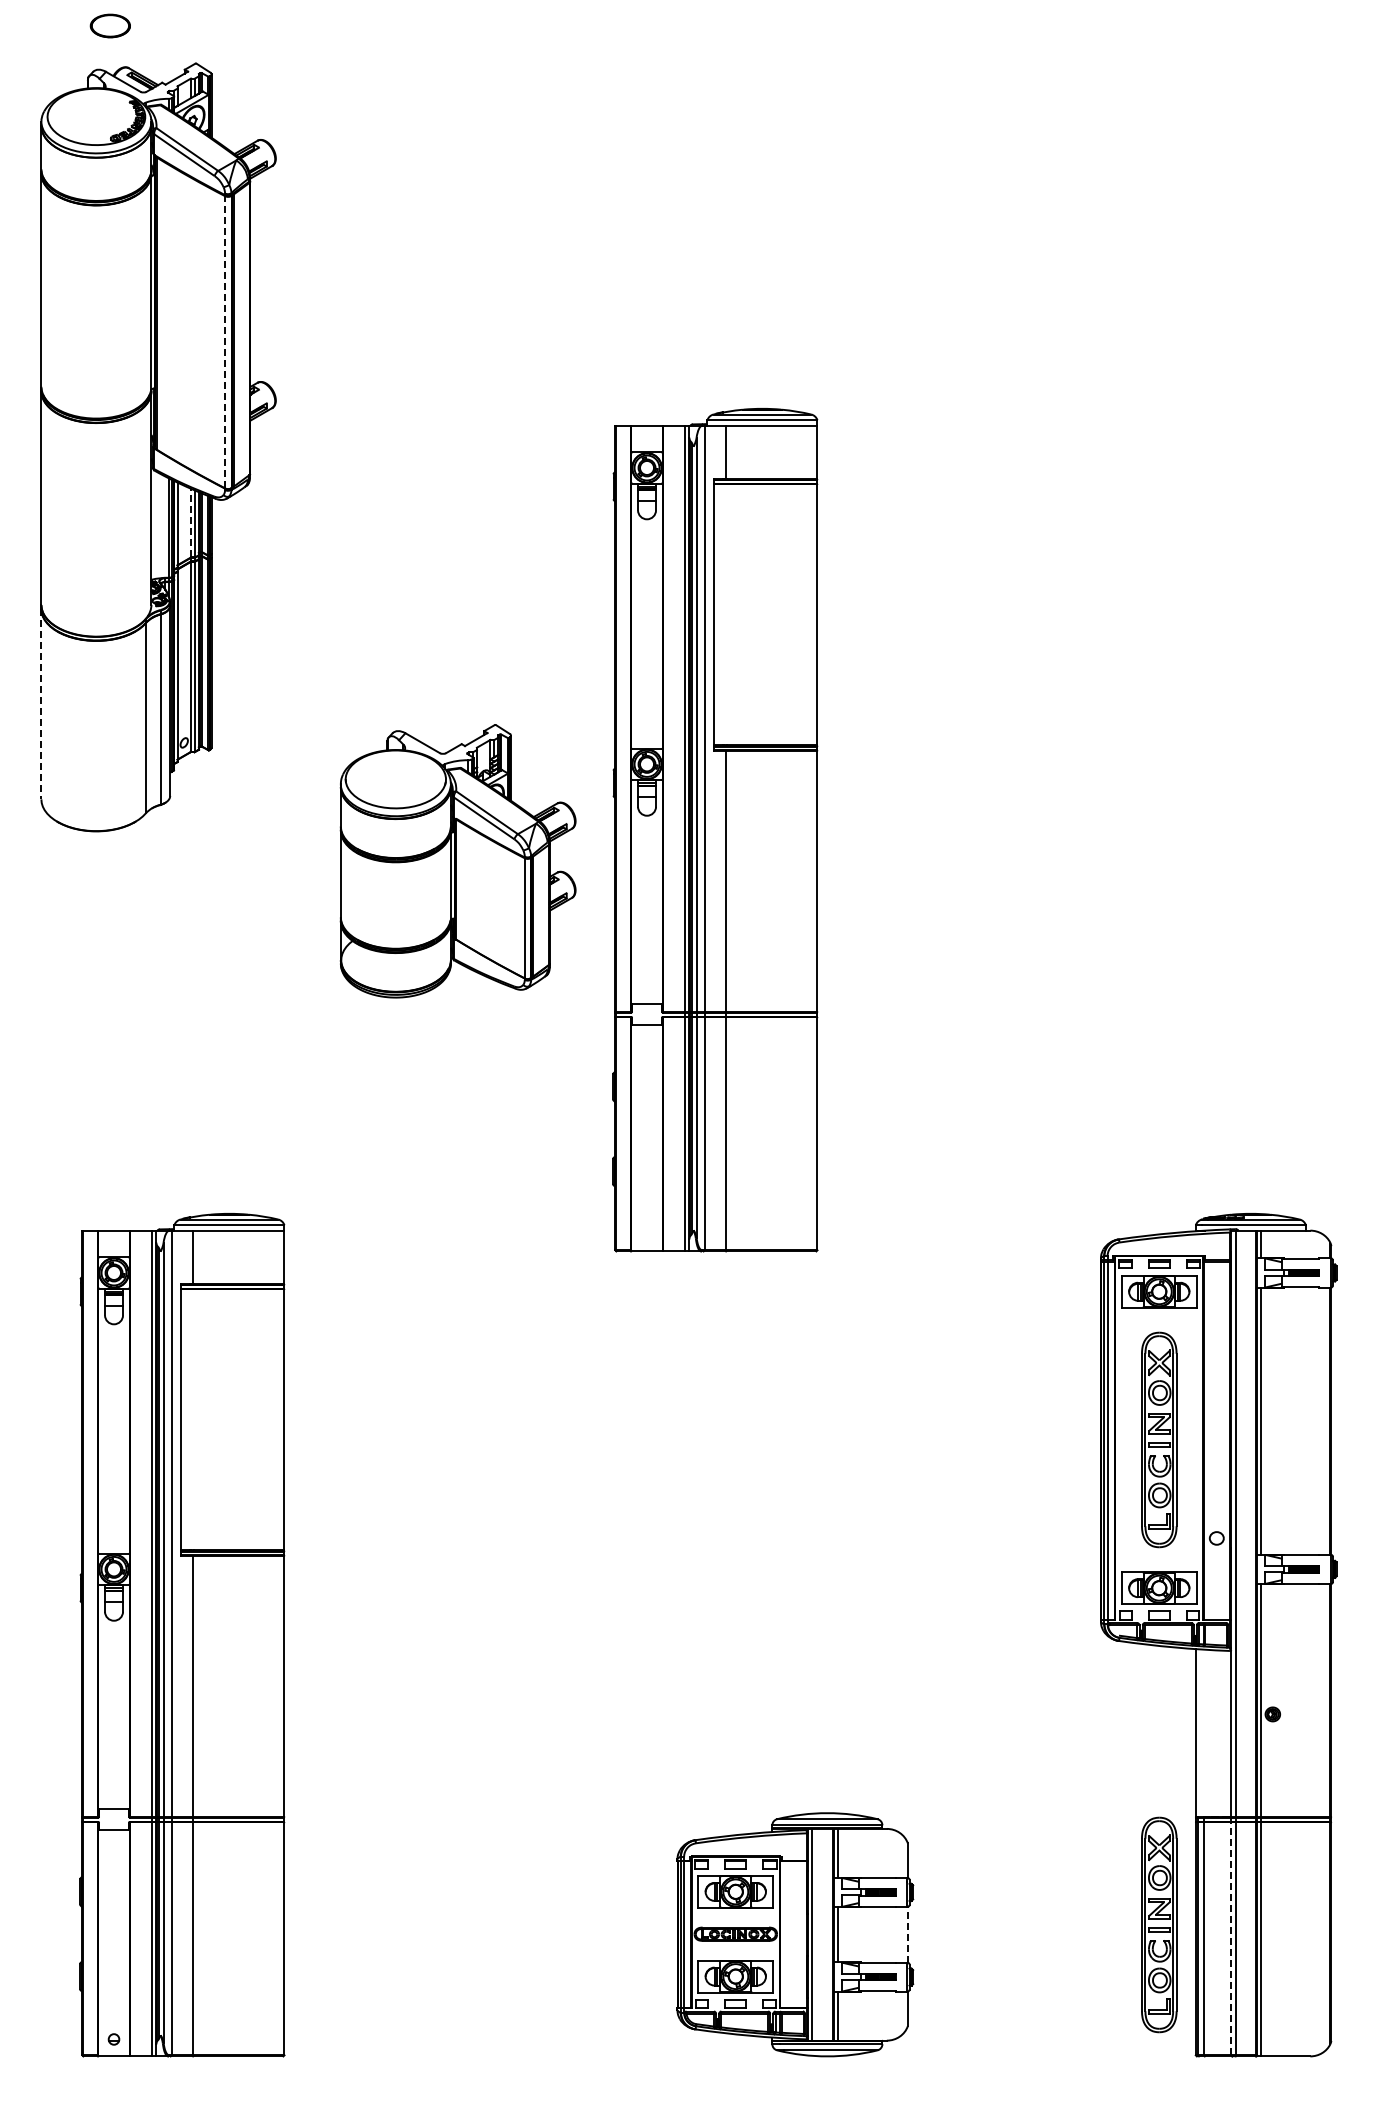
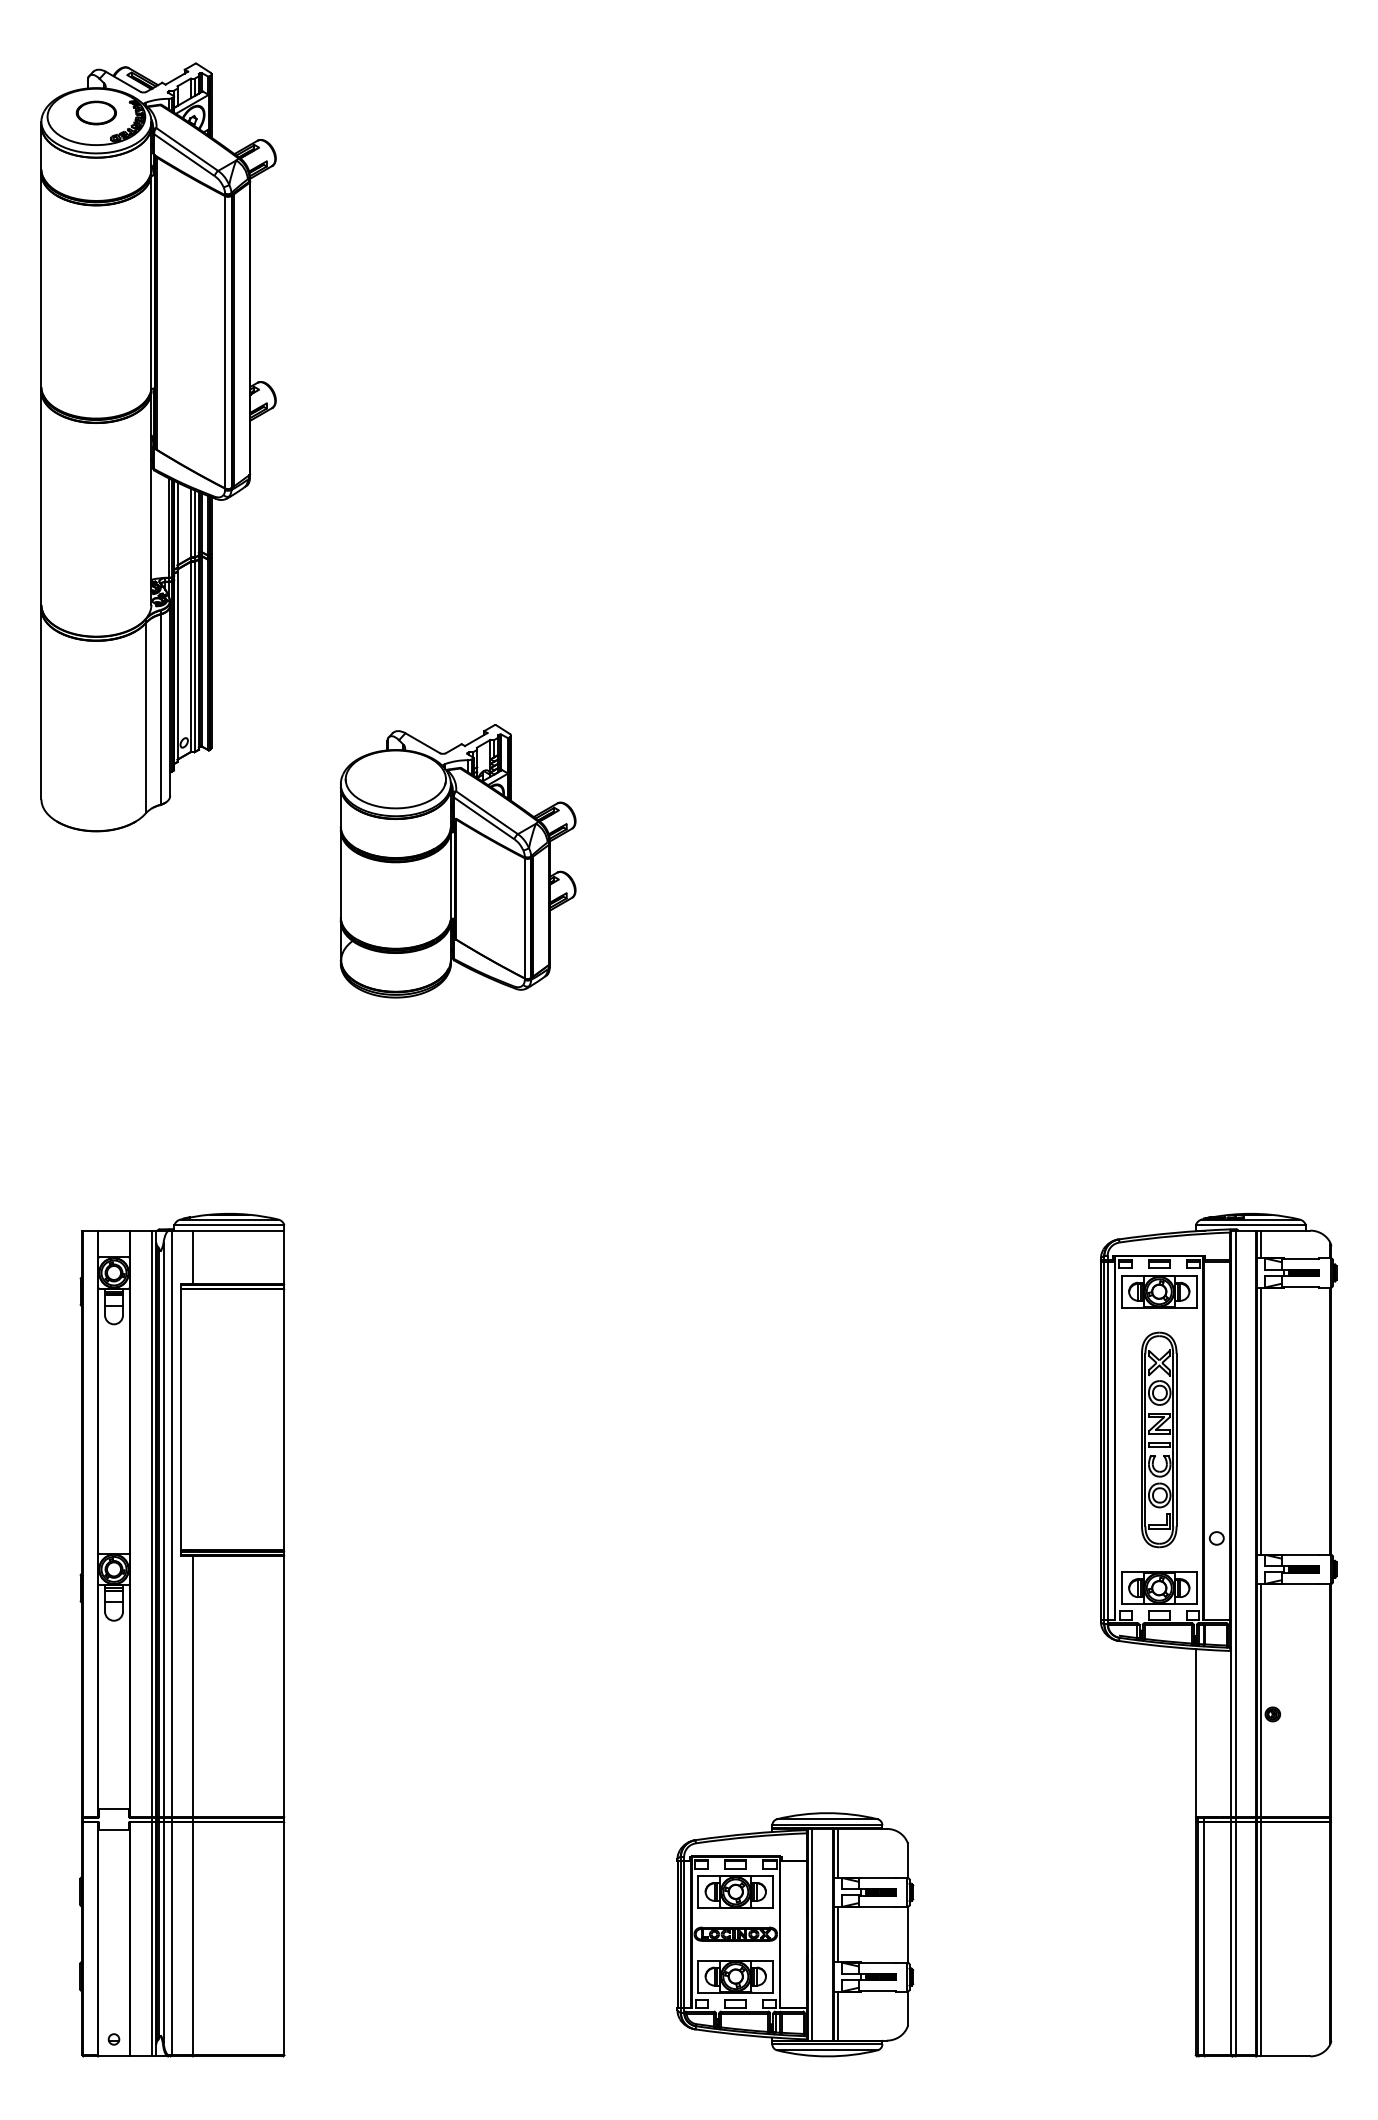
part at (109, 25) position: (109, 25) -> (95, 112)
line at (225, 341): dashed -> solid
line at (190, 522): dashed -> solid
line at (41, 704): dashed -> solid
part at (715, 830): present -> none
part at (1159, 1924): present -> none
line at (907, 1934): dashed -> solid
line at (1231, 1938): dashed -> solid
